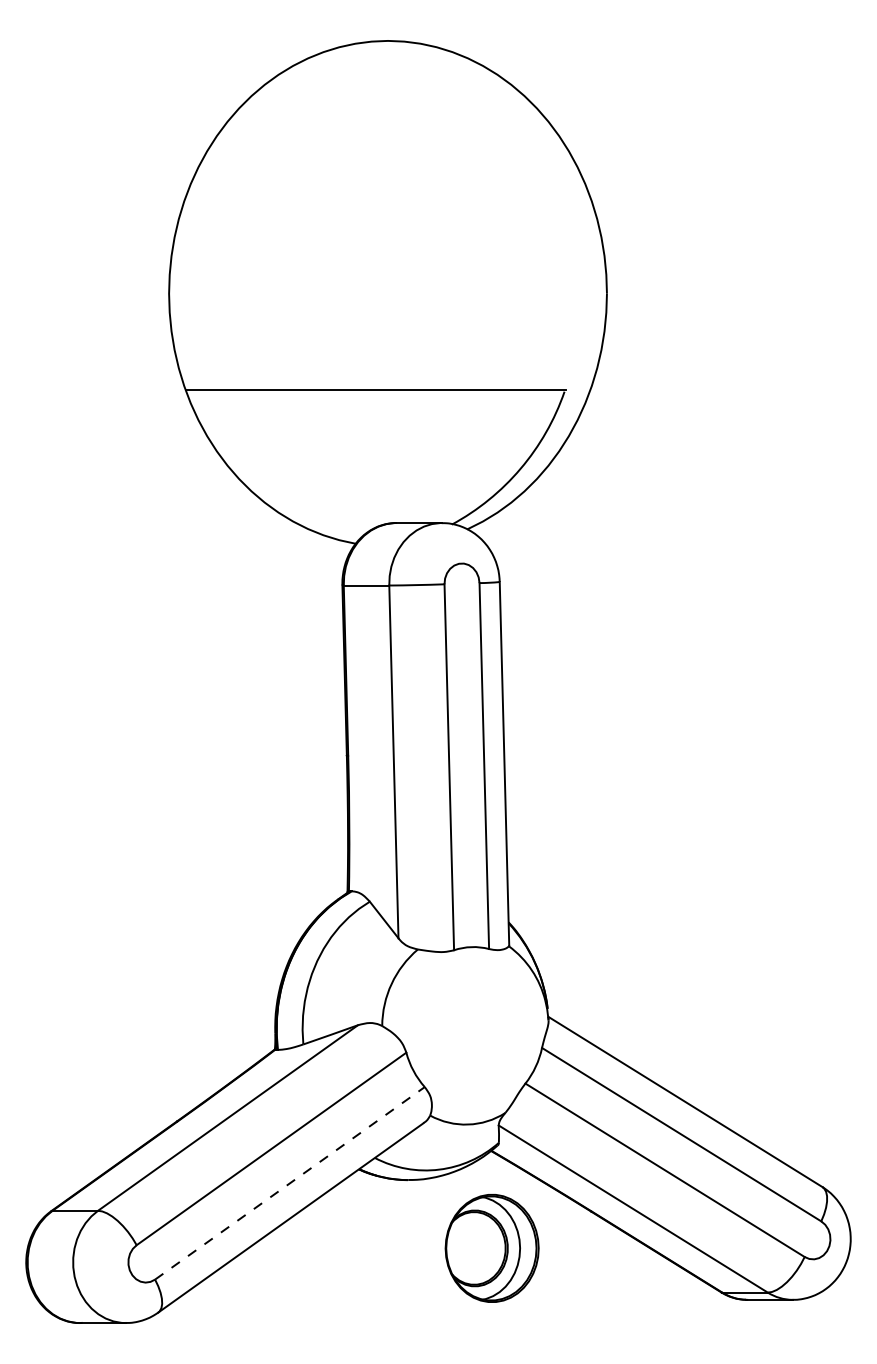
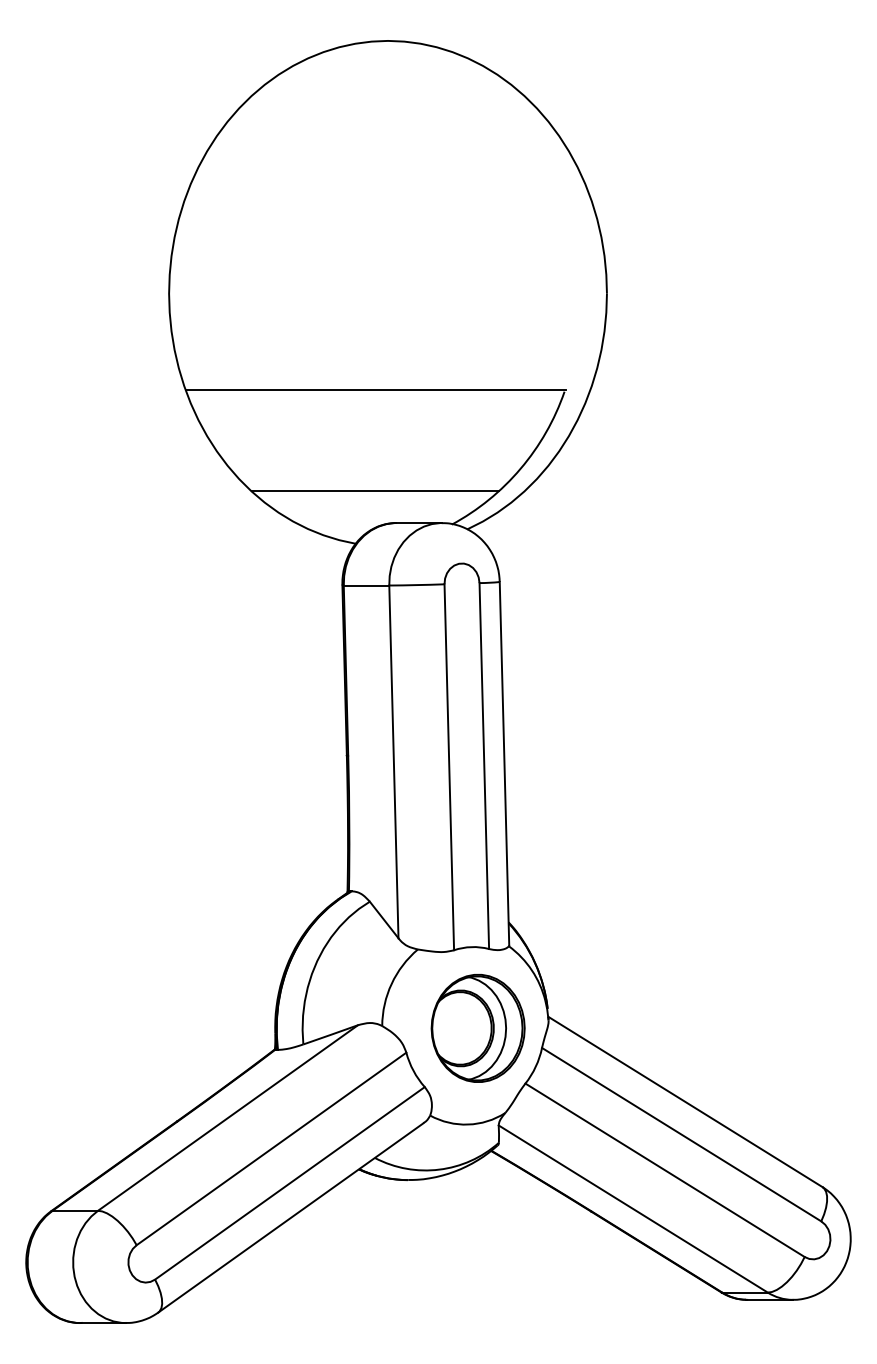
line at (375, 491): none -> present
line at (289, 1183): dashed -> solid
part at (491, 1248) position: (491, 1248) -> (477, 1028)
